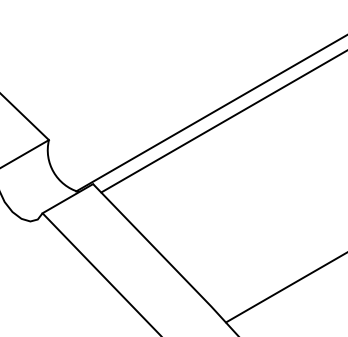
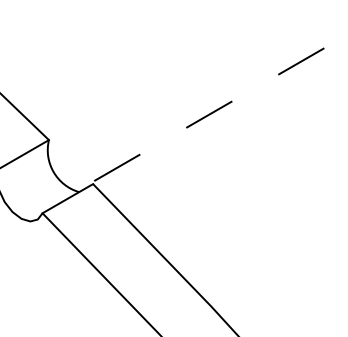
line at (211, 113): solid -> dashed
line at (222, 121): present -> none
line at (285, 287): present -> none
